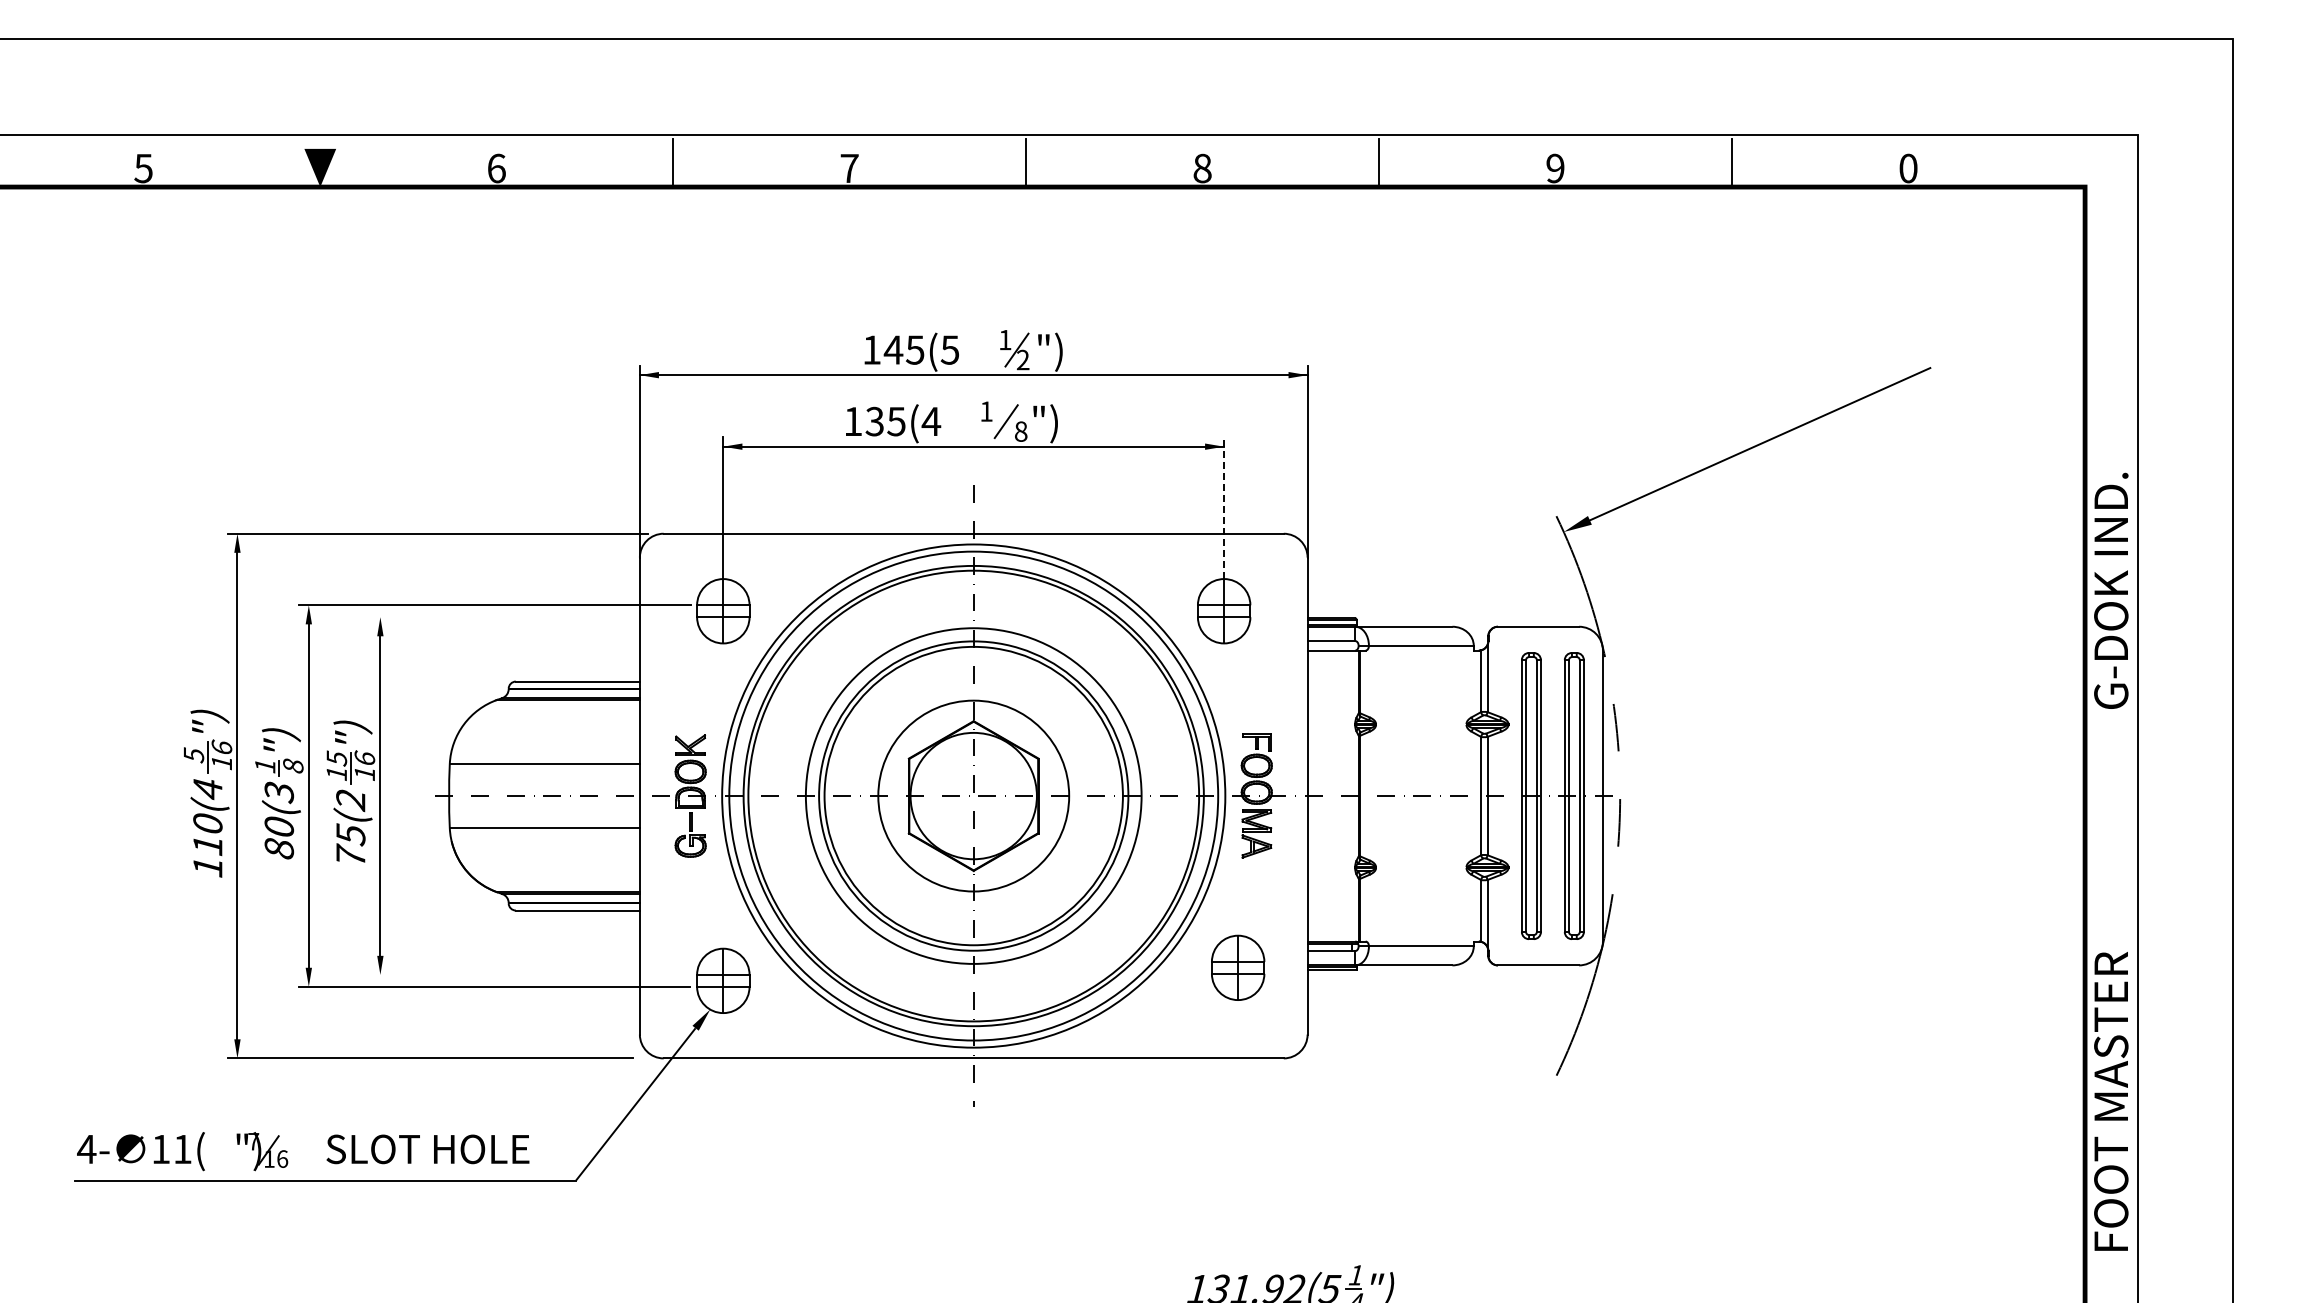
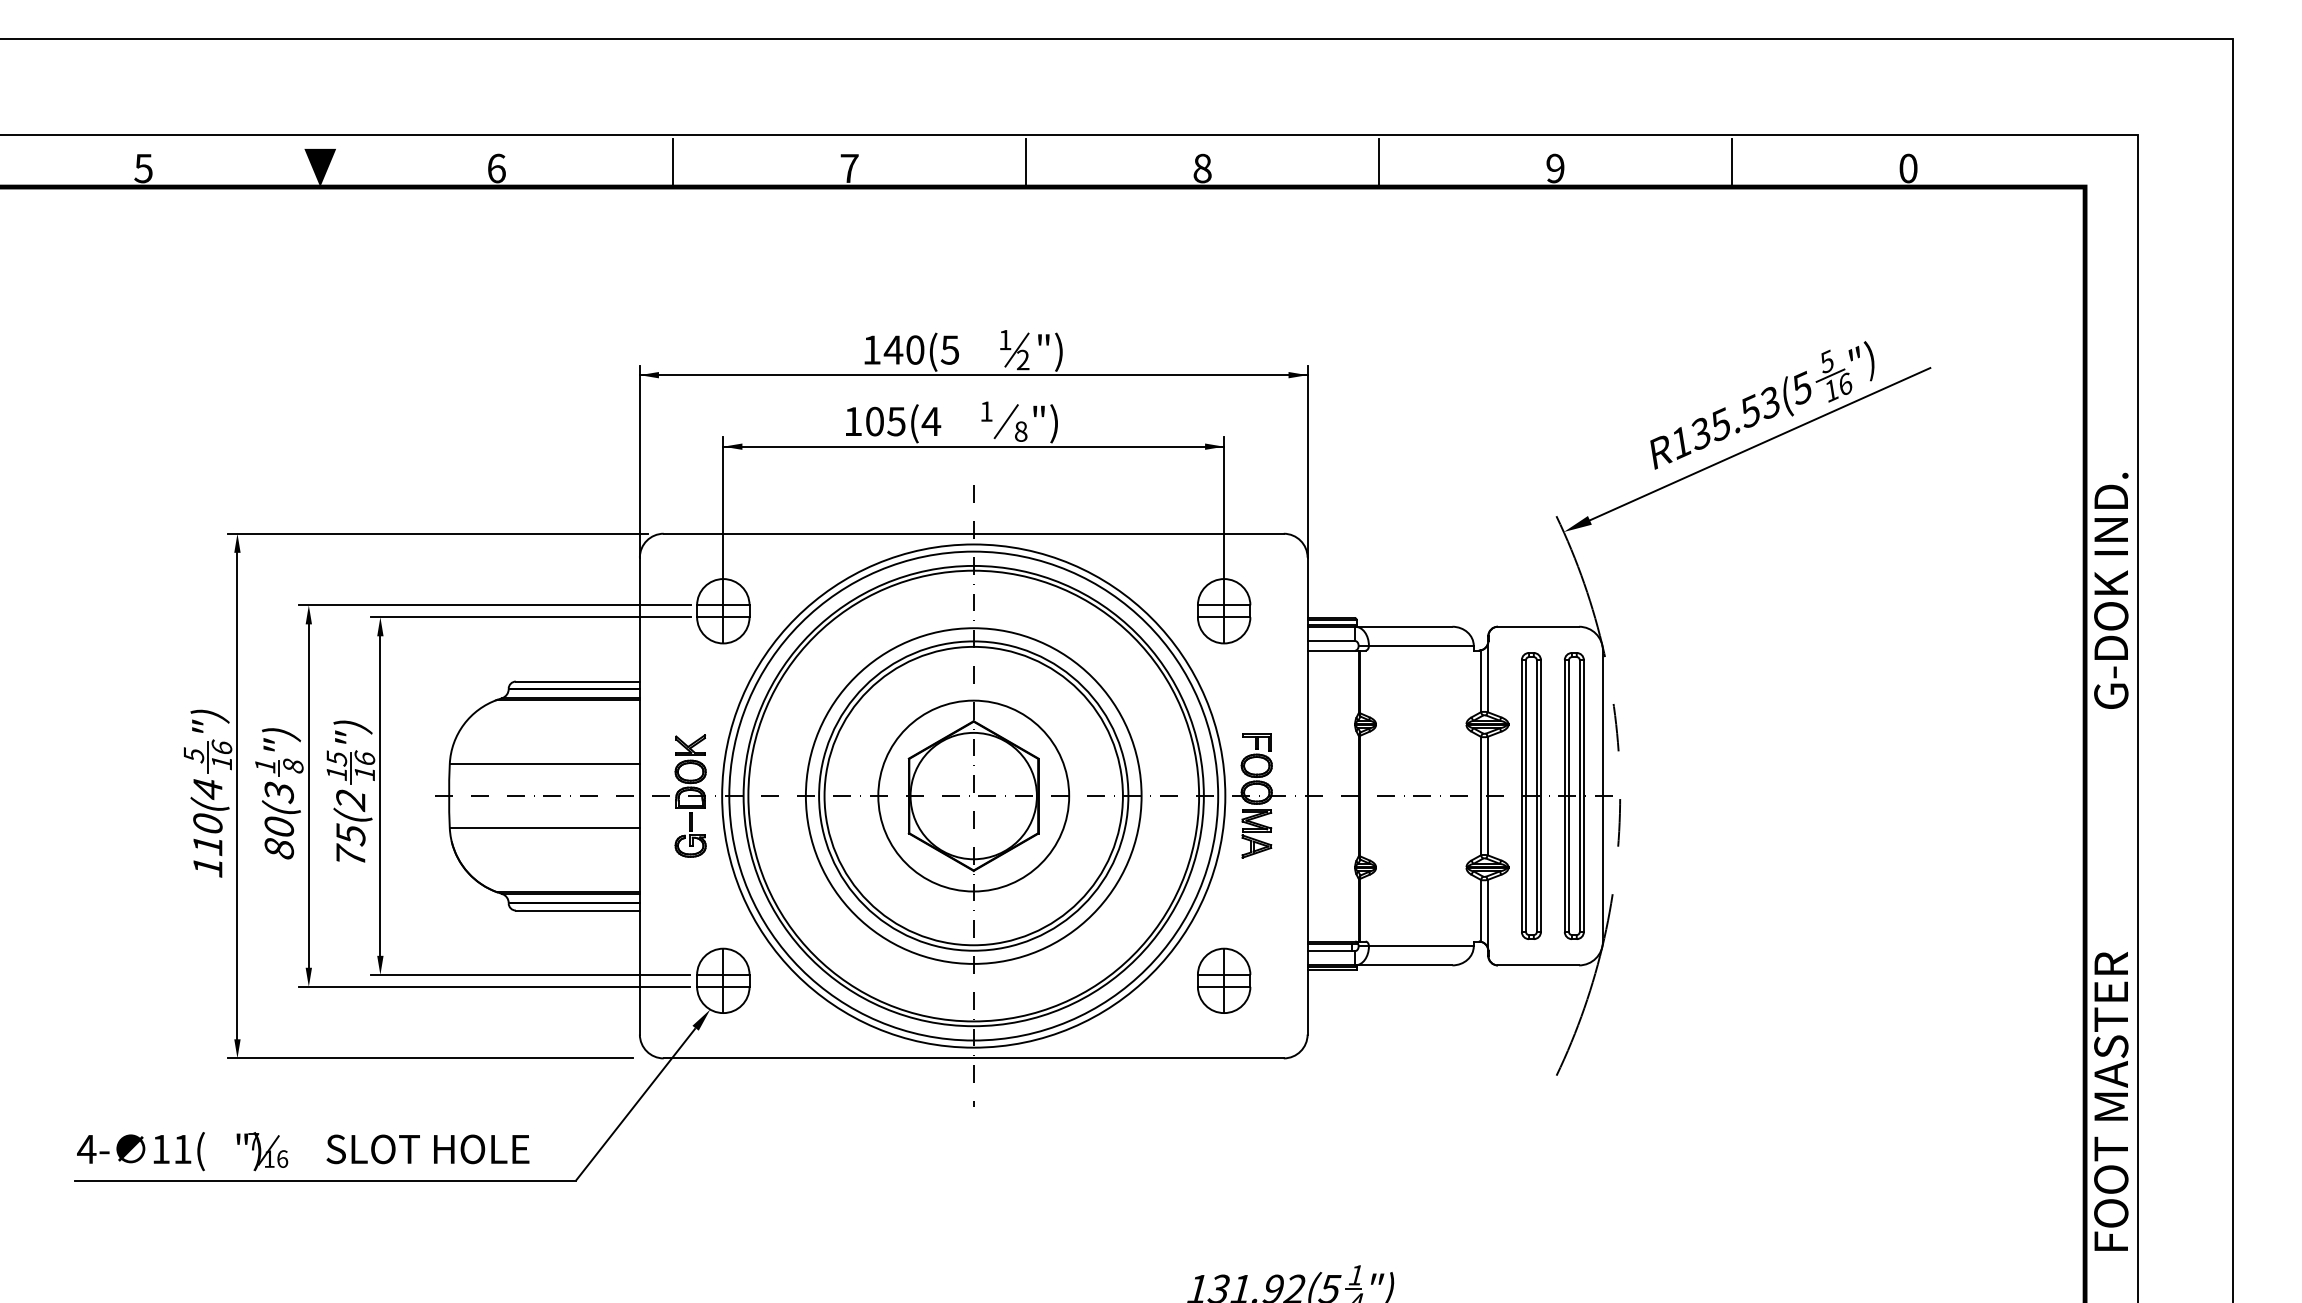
text at (915, 349): 145(5 -> 140(5
part at (1762, 405): none -> present
text at (874, 421): 135(4 -> 105(4
line at (1224, 508): dashed -> solid
line at (530, 617): none -> present
part at (1238, 967) position: (1238, 967) -> (1224, 980)
line at (529, 974): none -> present
